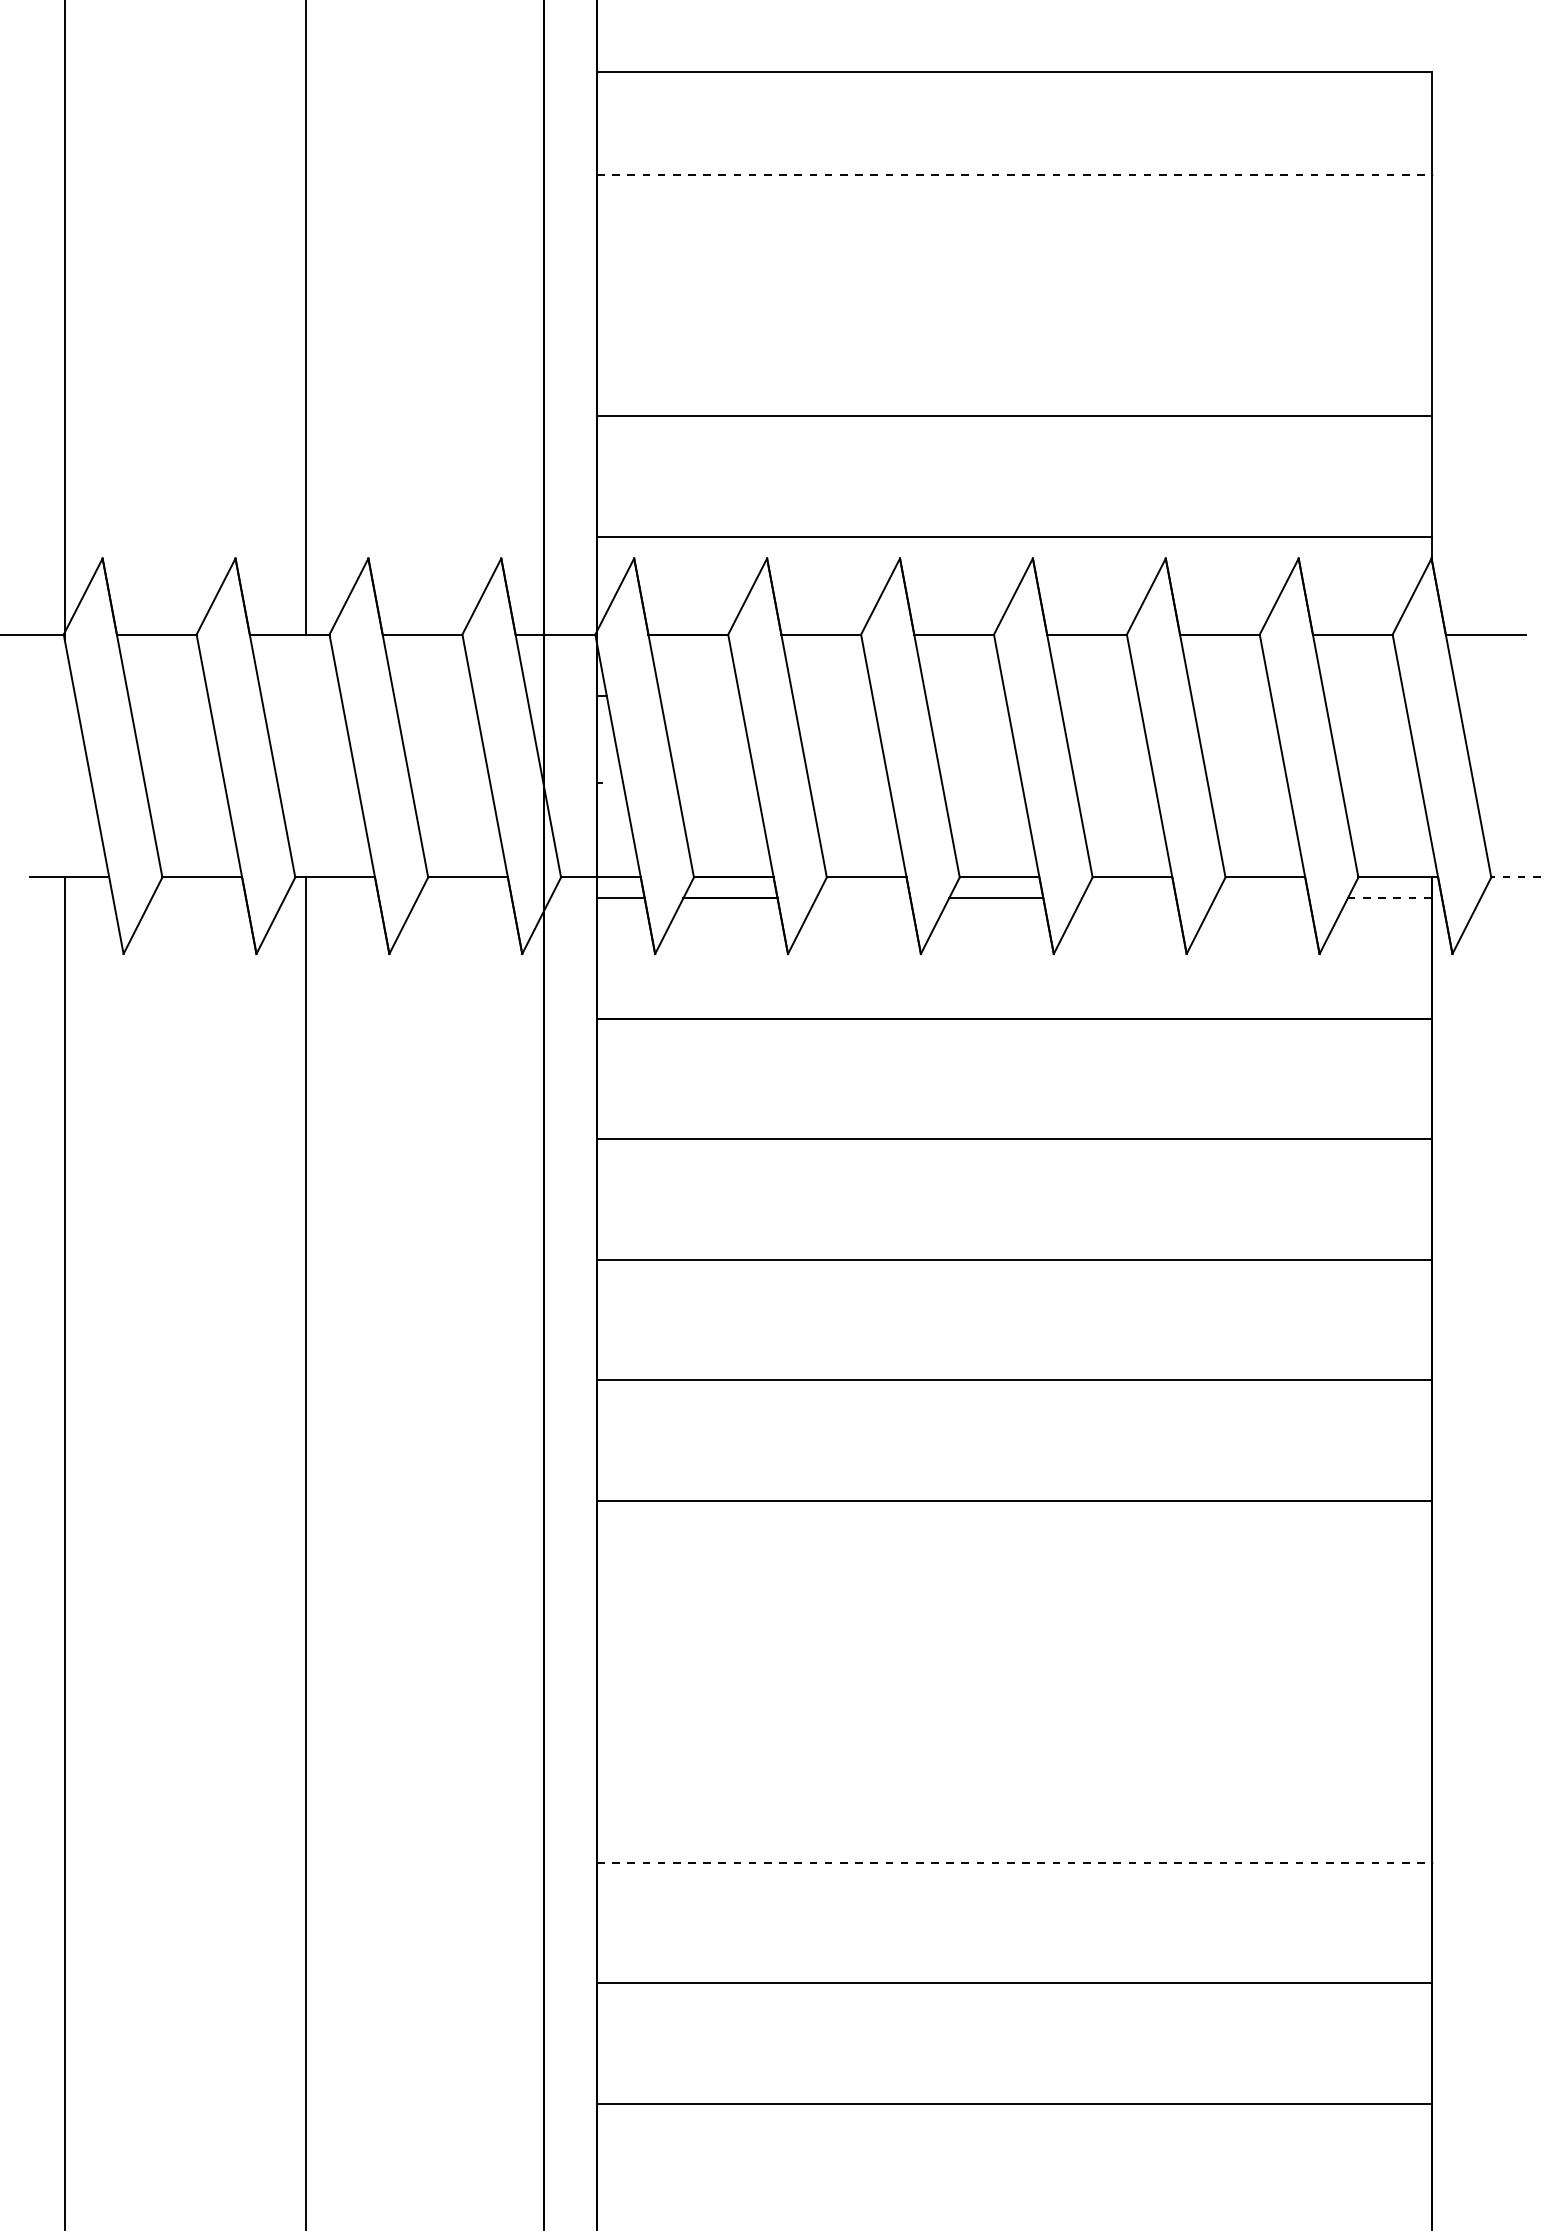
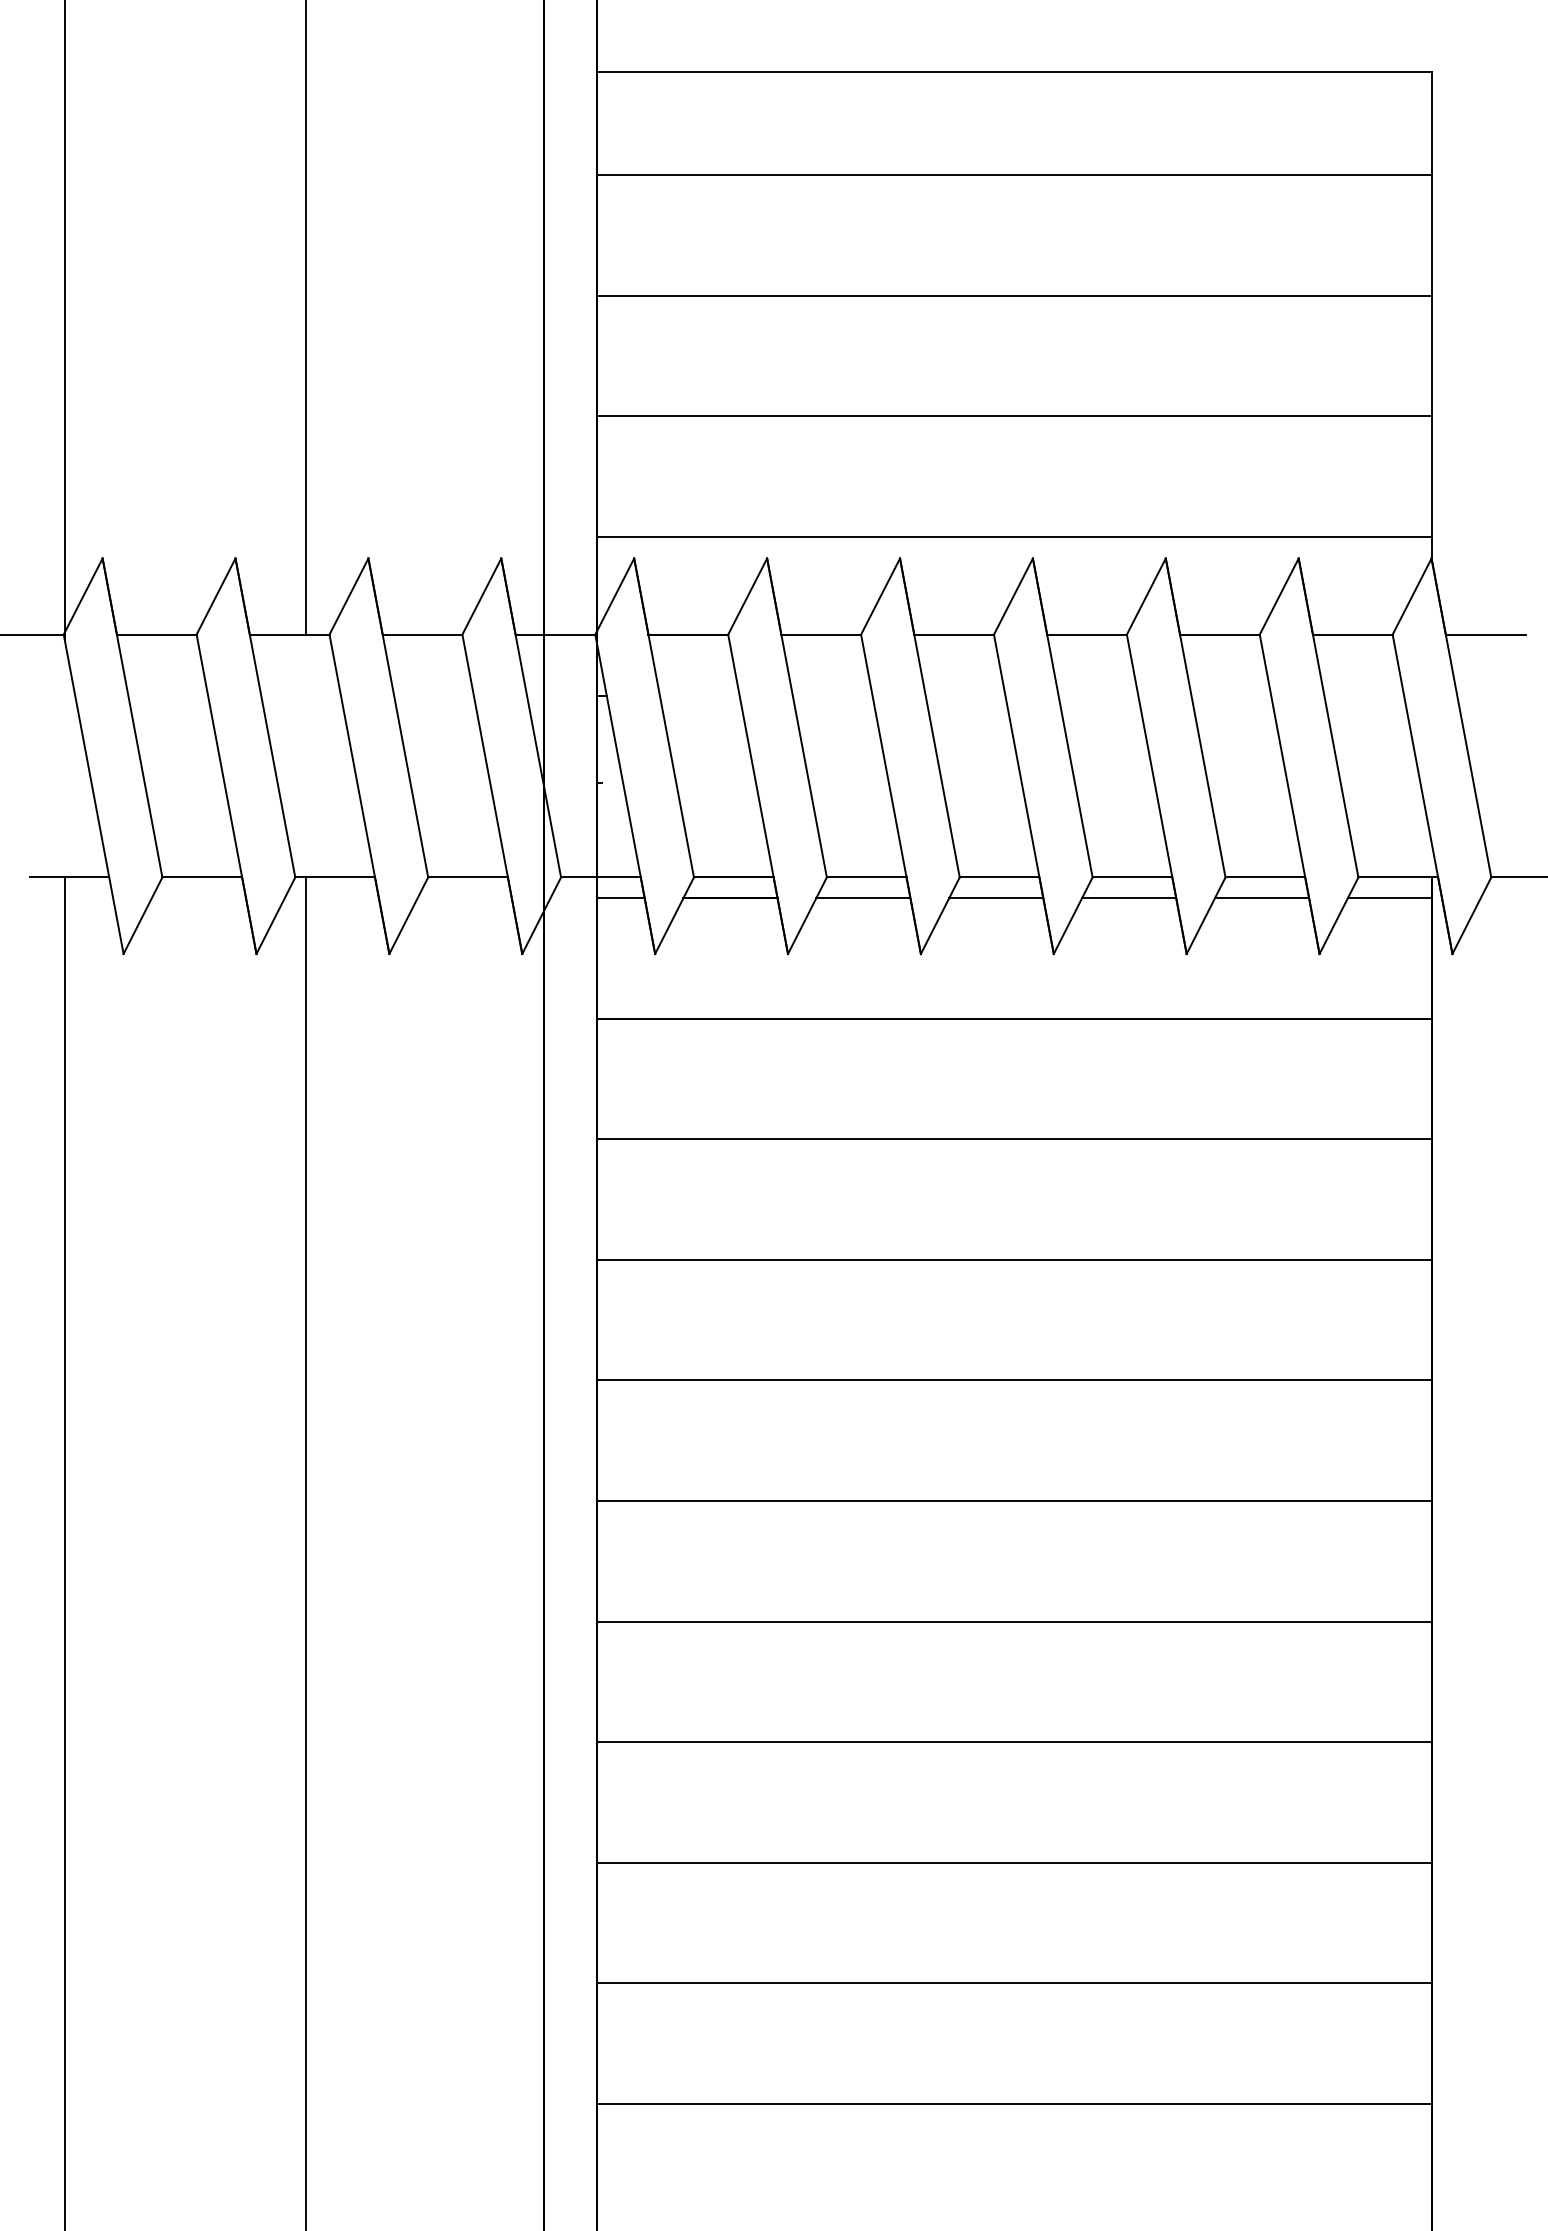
line at (1014, 174): dashed -> solid
line at (1014, 295): none -> present
line at (1519, 877): dashed -> solid
line at (863, 898): none -> present
line at (1129, 898): none -> present
line at (1261, 898): none -> present
line at (1390, 898): dashed -> solid
line at (1014, 1621): none -> present
line at (1014, 1742): none -> present
line at (1014, 1862): dashed -> solid
